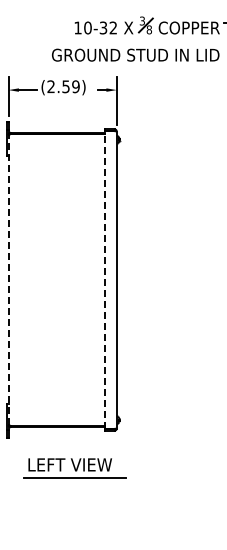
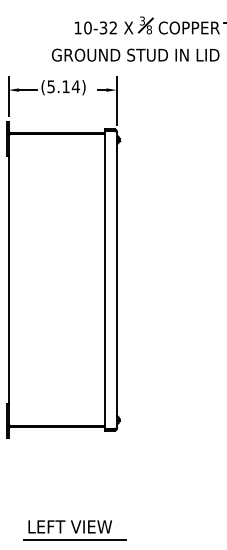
text at (63, 86): (2.59) -> (5.14)
line at (8, 279): dashed -> solid
line at (105, 280): dashed -> solid
part at (74, 468) position: (74, 468) -> (74, 530)
